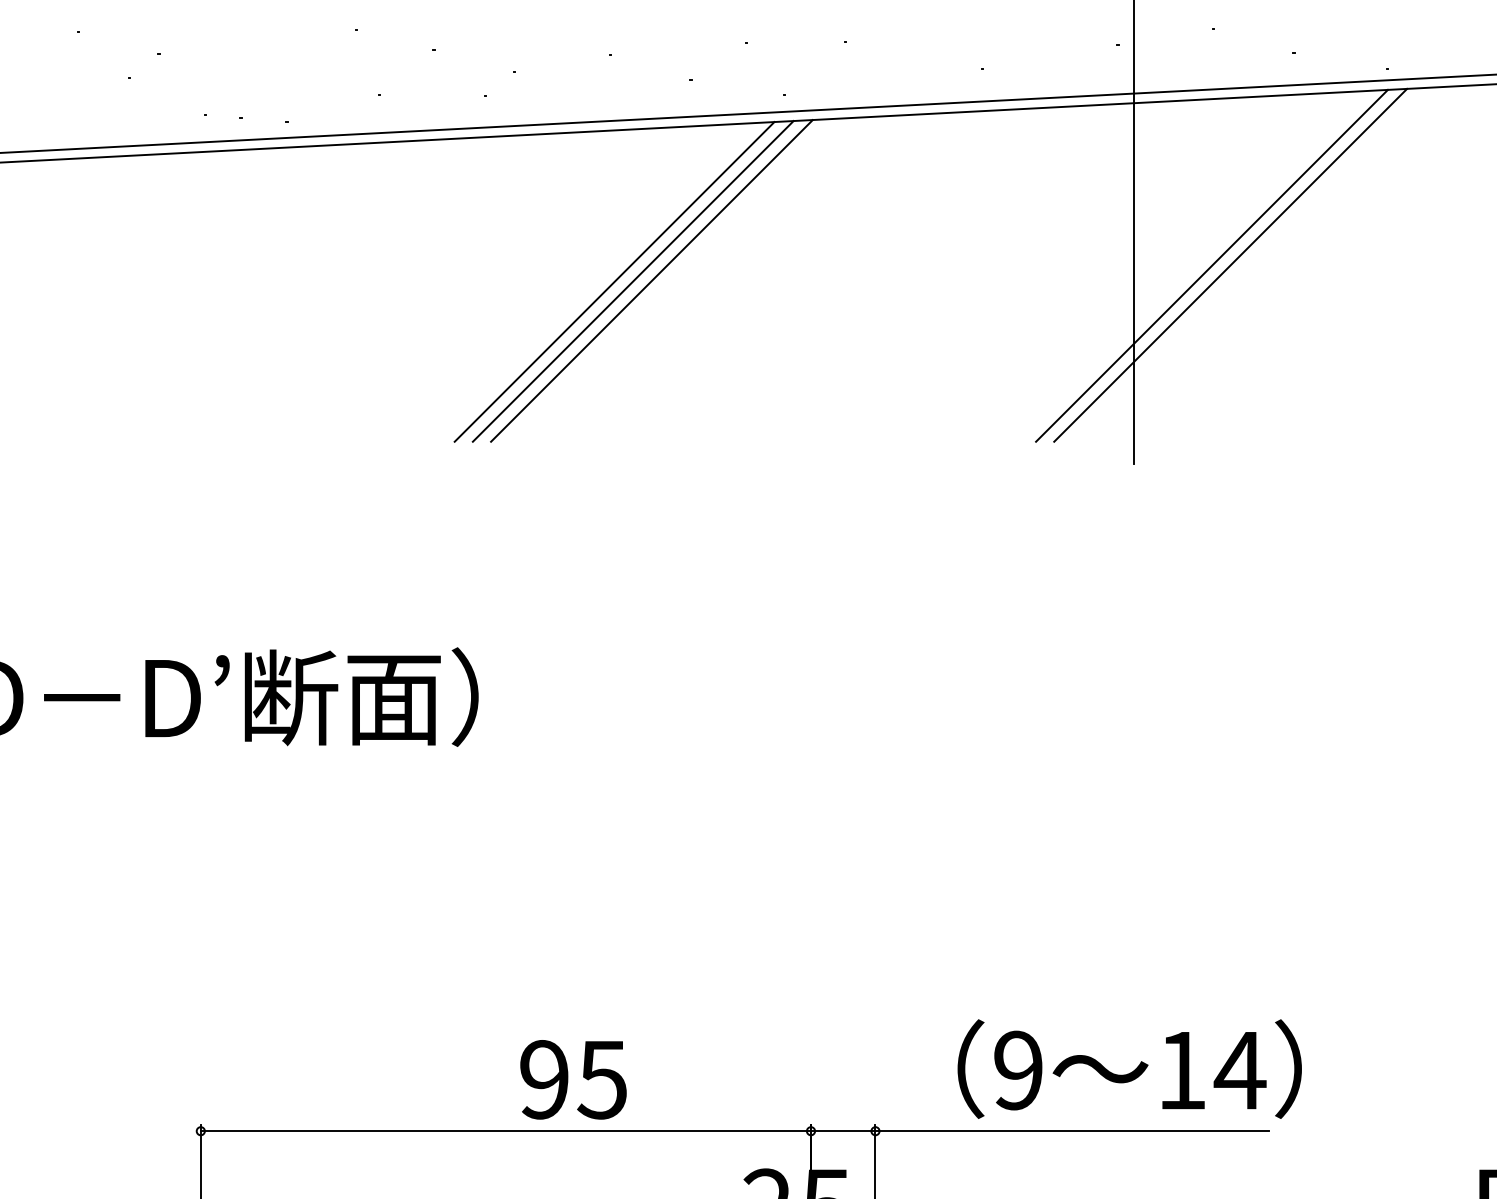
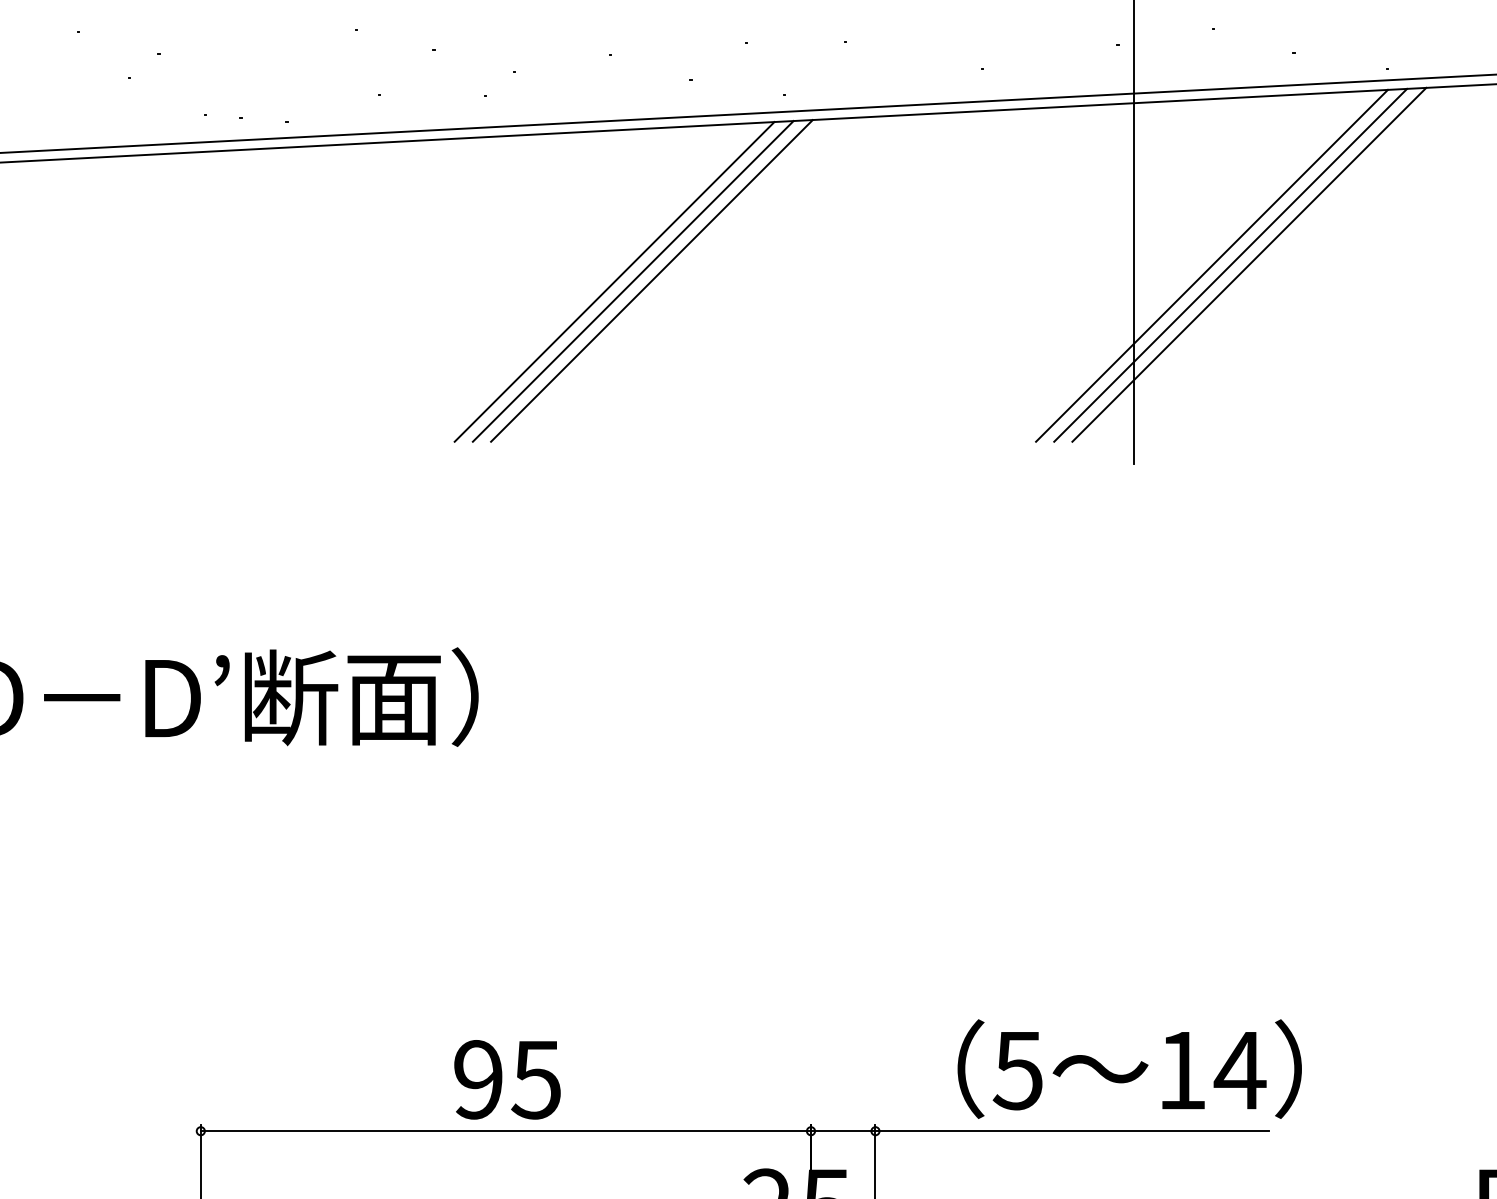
line at (1249, 264): none -> present
text at (1017, 1070): 9 -> 5
text at (573, 1079) position: (573, 1079) -> (507, 1079)
